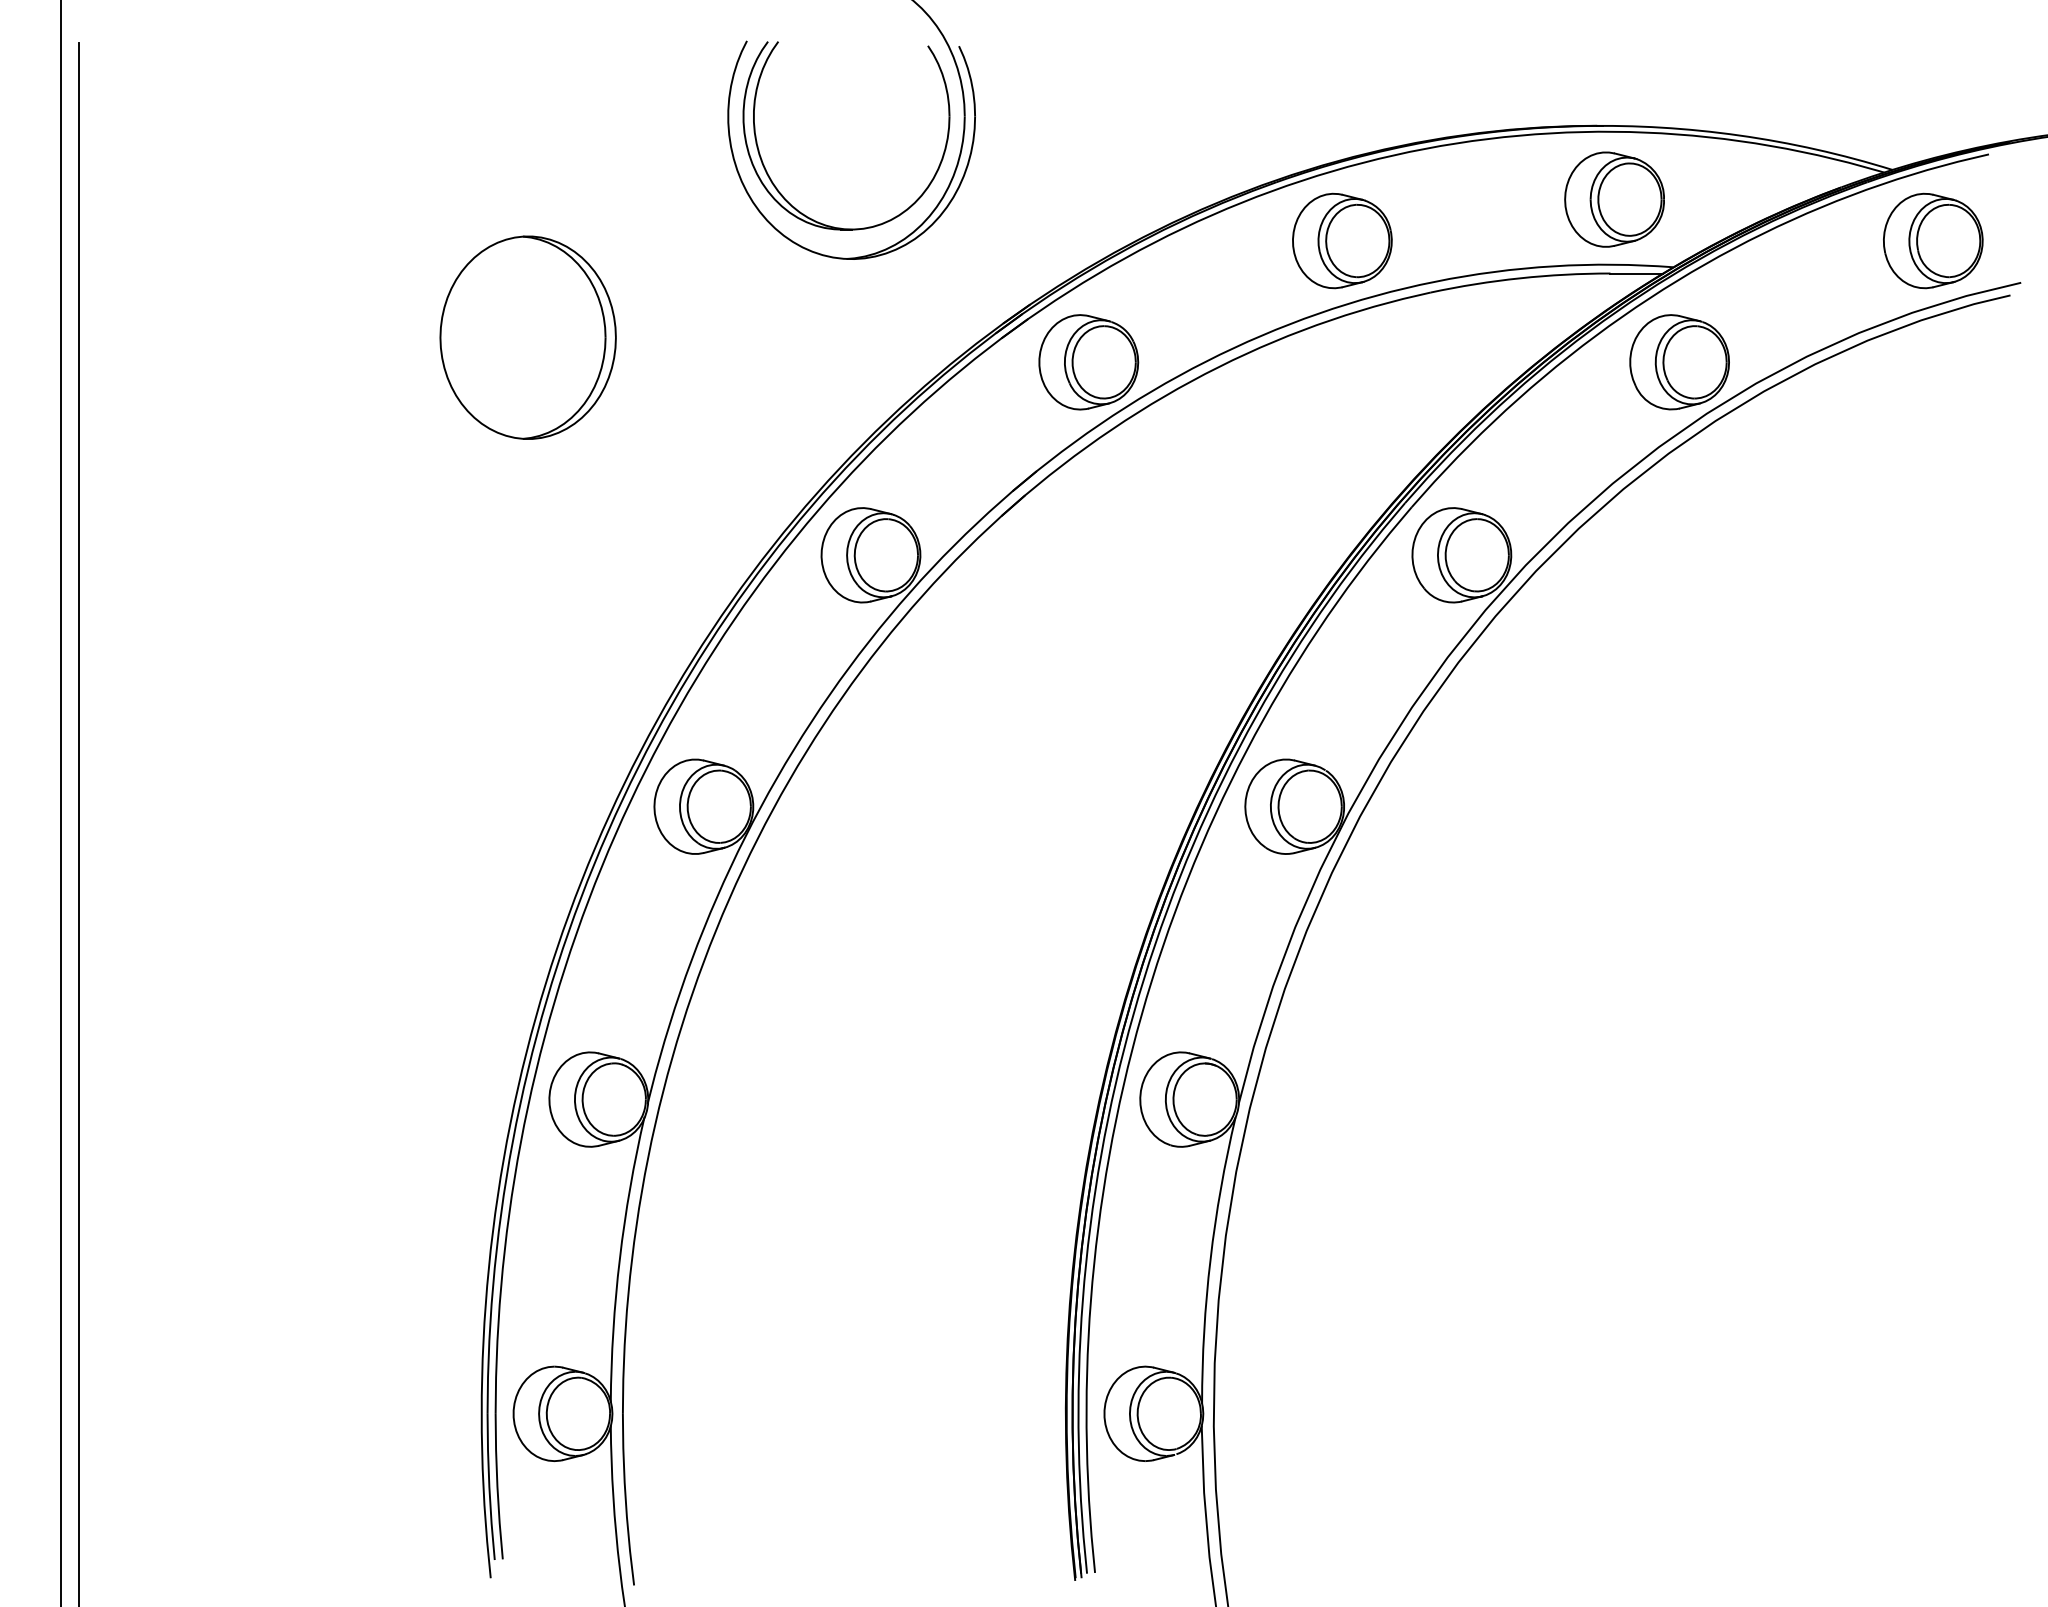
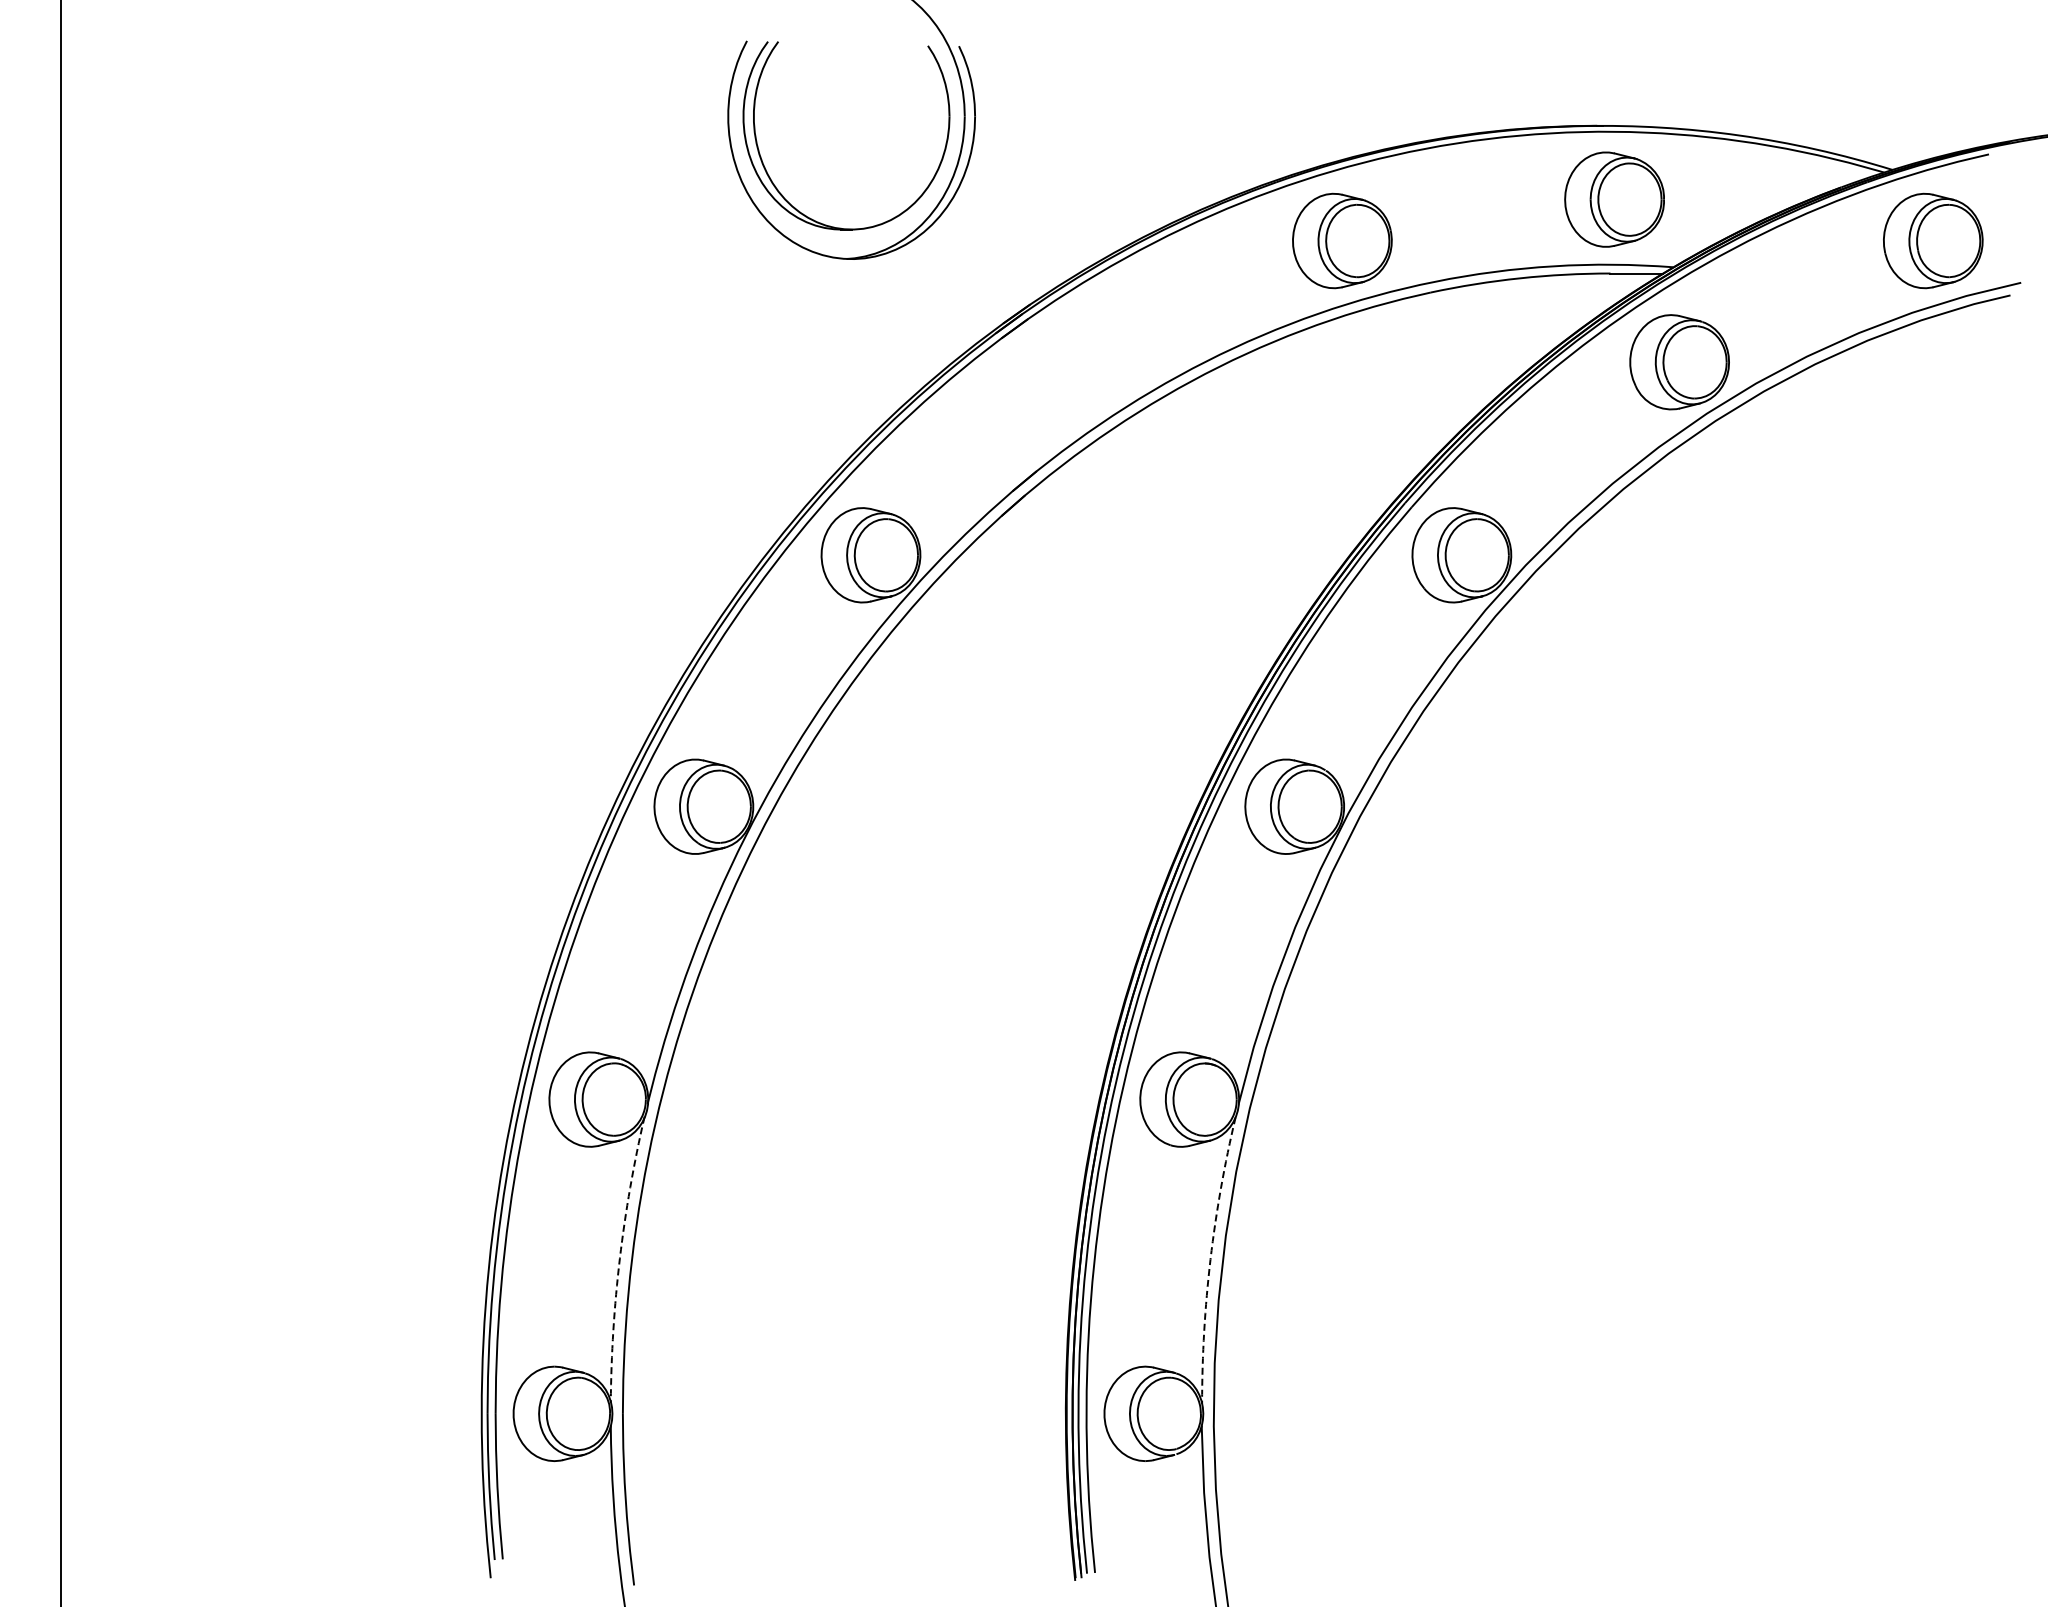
part at (527, 337): present -> none
part at (1088, 362): present -> none
line at (78, 822): present -> none
arc at (619, 1258): solid -> dashed
arc at (1210, 1259): solid -> dashed
